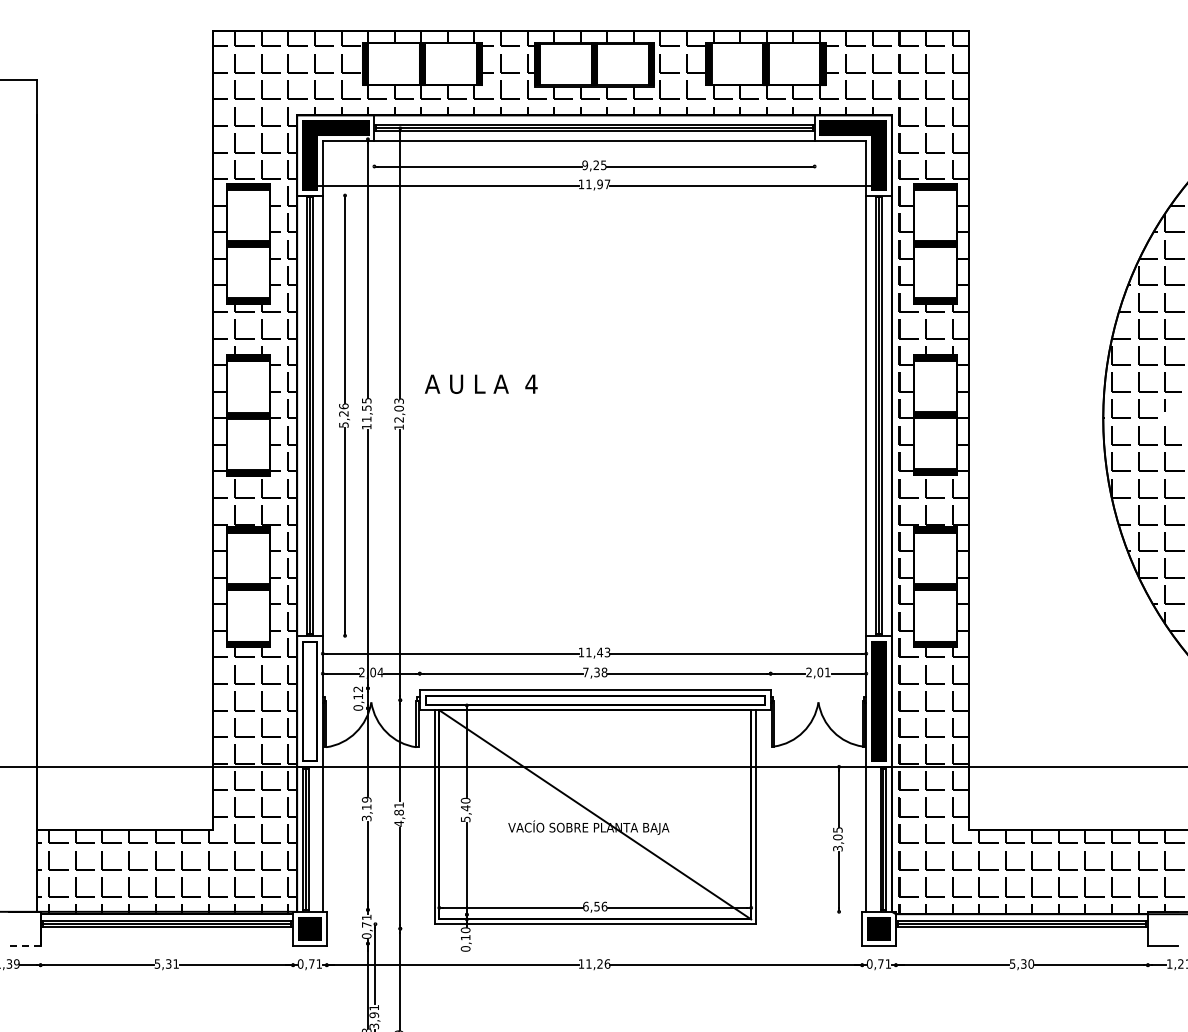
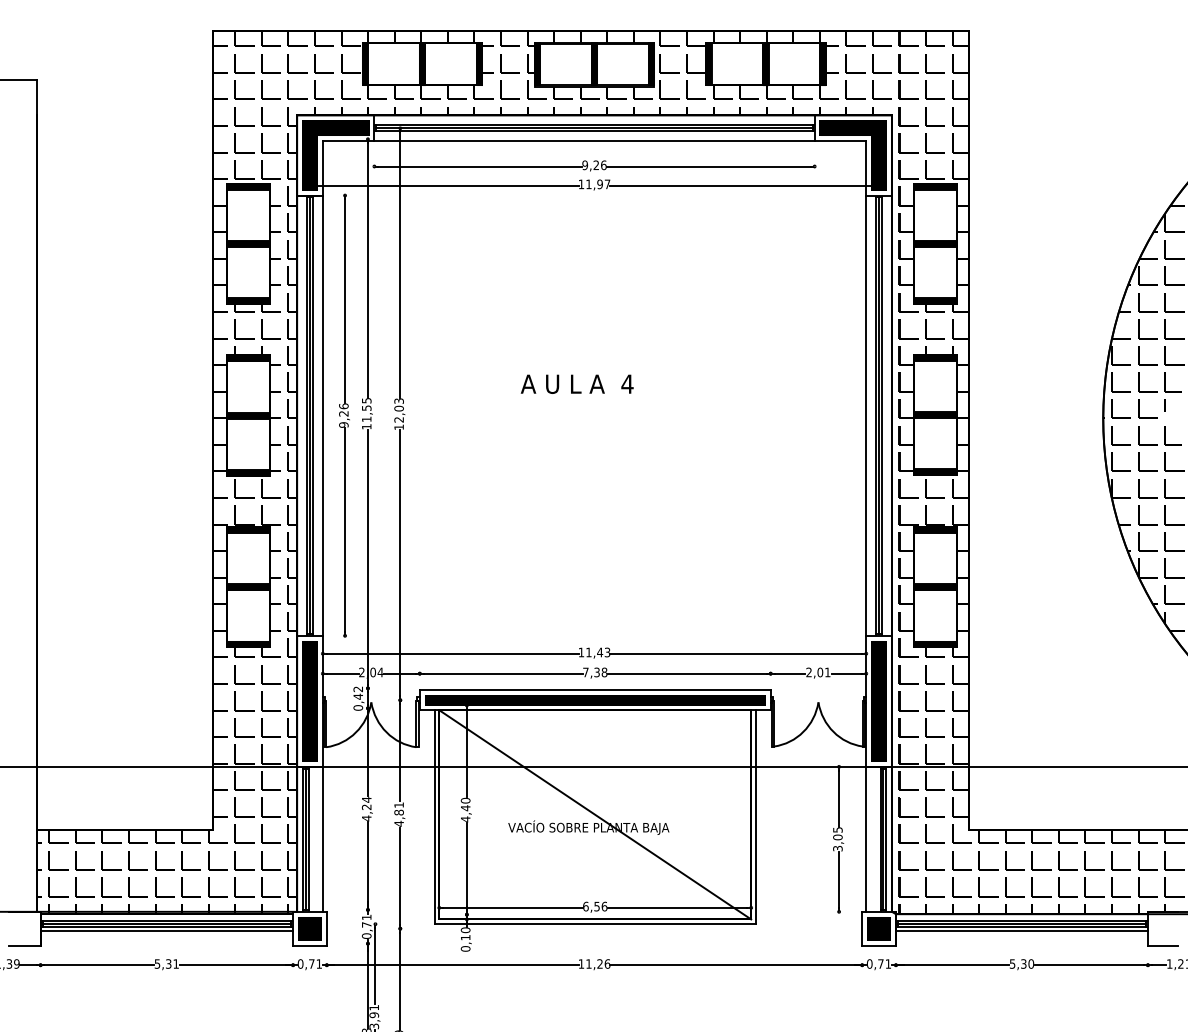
text at (603, 165): 9,25 -> 9,26
text at (480, 383) position: (480, 383) -> (576, 383)
text at (343, 424): 5,26 -> 9,26
text at (357, 696): 0,12 -> 0,42
hatch at (594, 699): none -> present
hatch at (309, 701): none -> present
text at (366, 809): 3,19 -> 4,24
text at (465, 819): 5,40 -> 4,40
line at (166, 931): none -> present
line at (1021, 931): none -> present
line at (24, 945): dashed -> solid
